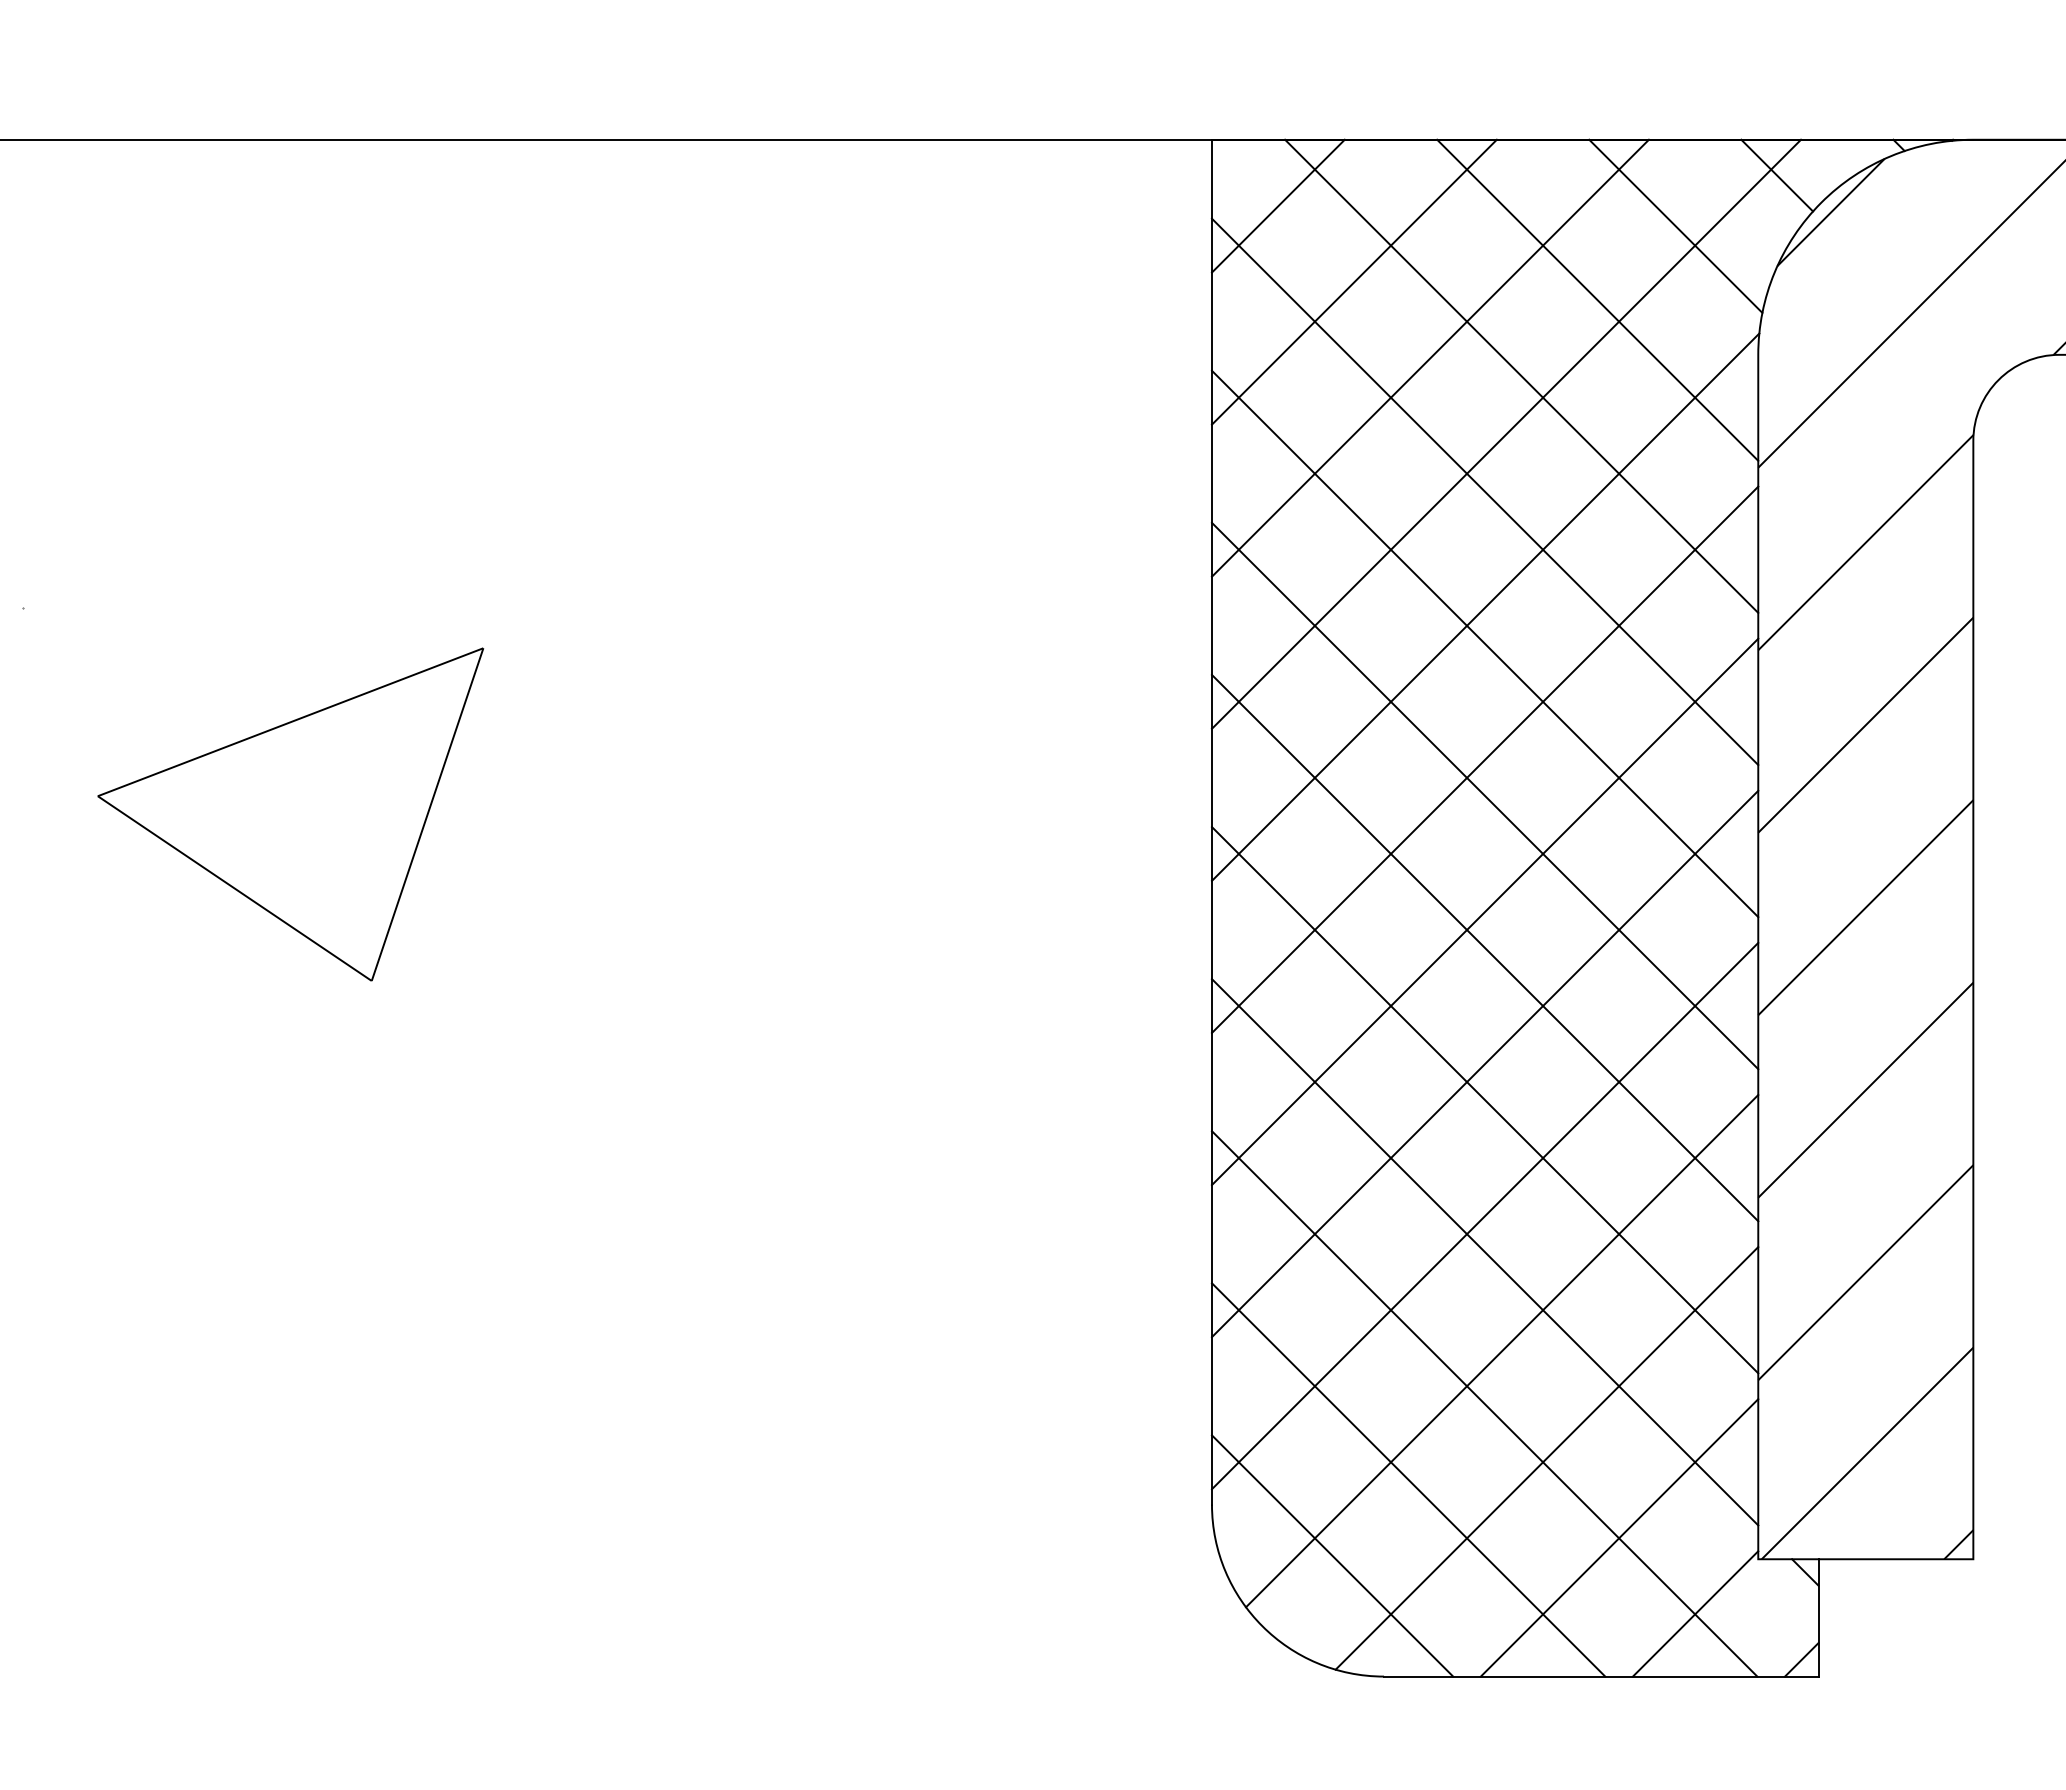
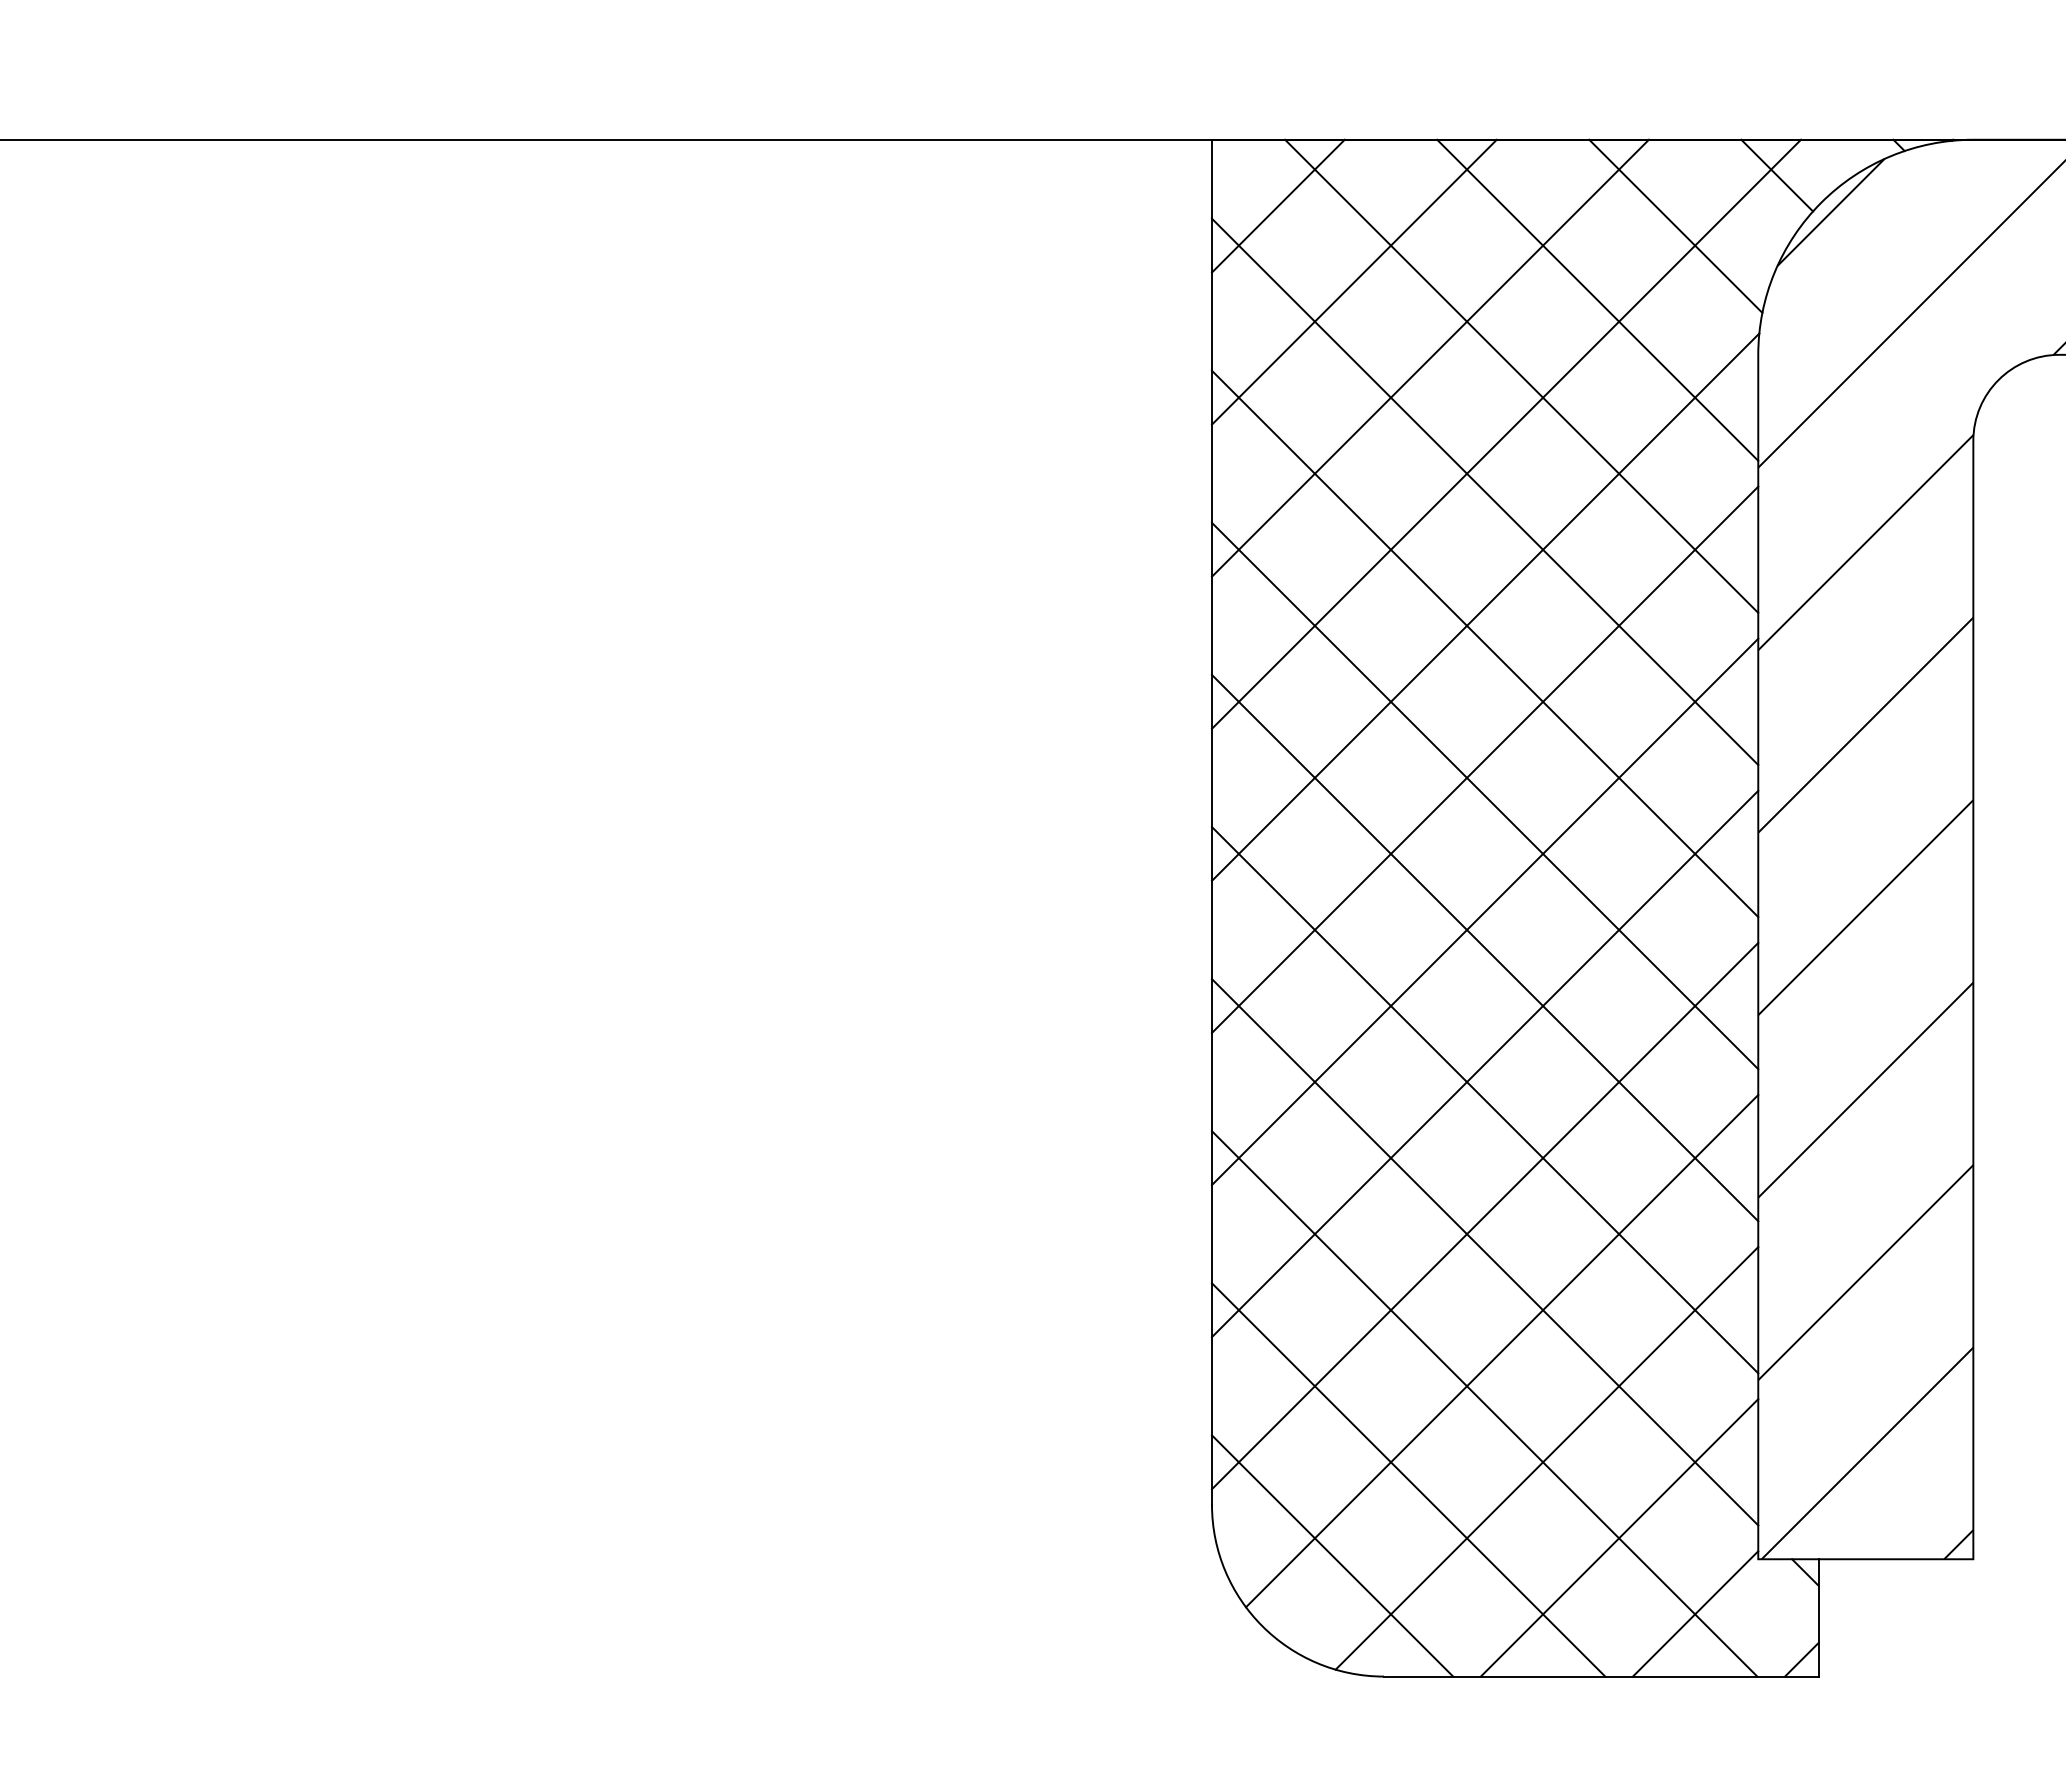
hatch at (253, 794): present -> none
